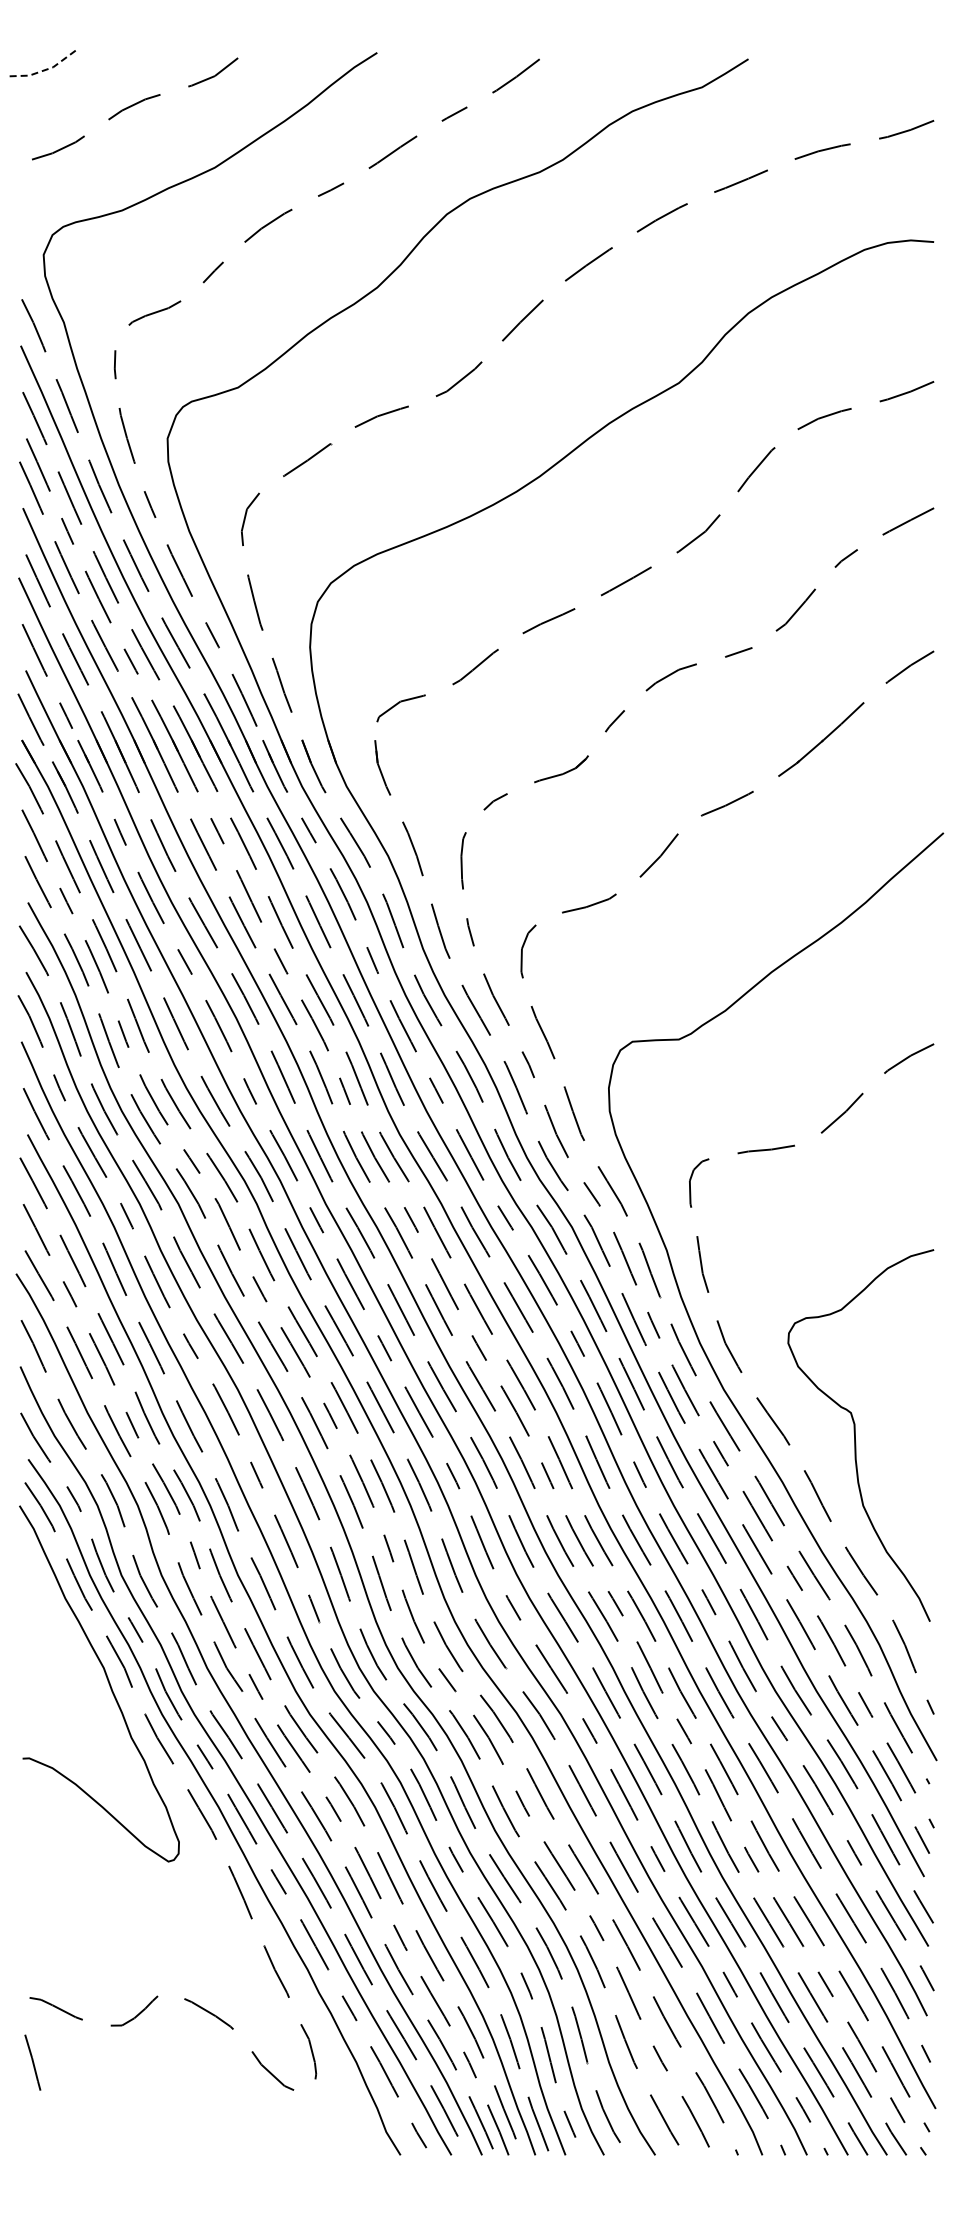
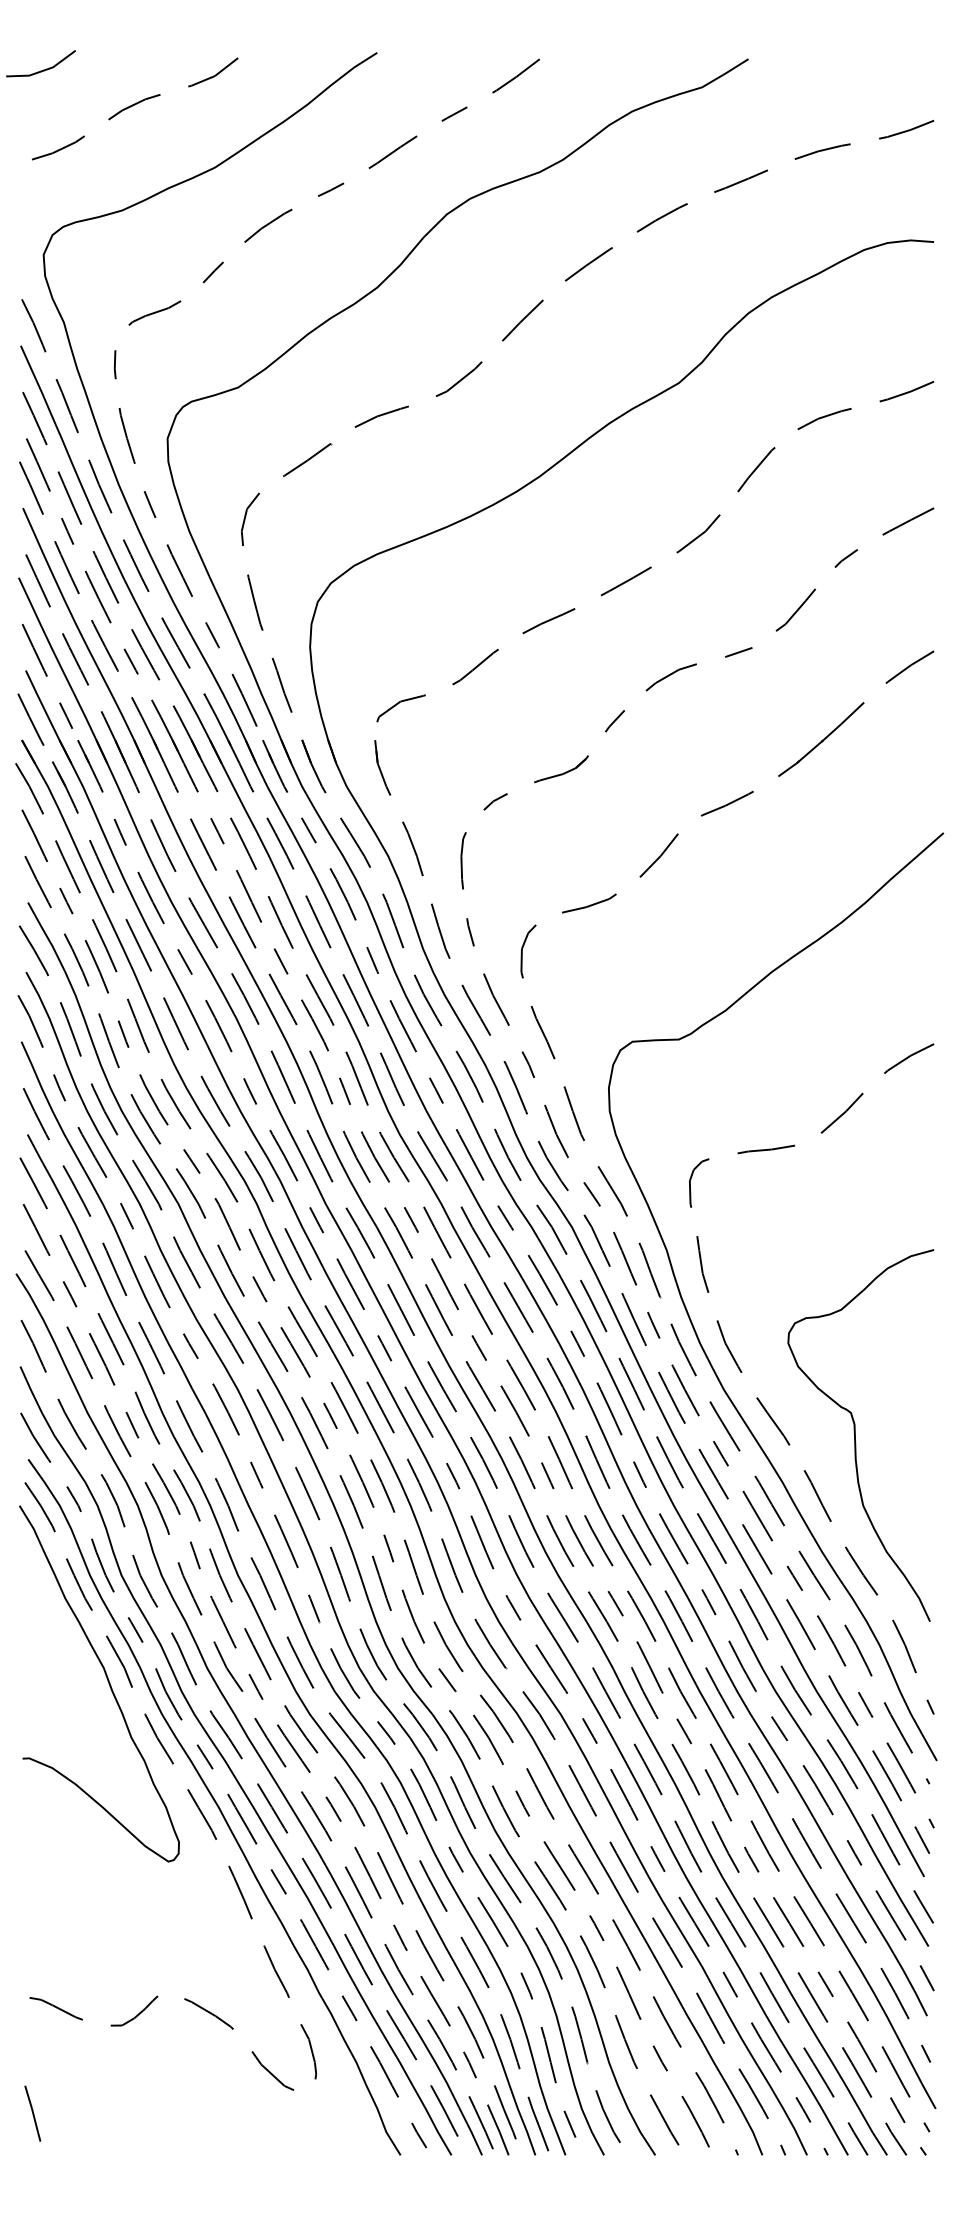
line at (43, 70): dashed -> solid
line at (32, 2062) position: (32, 2062) -> (32, 2113)
